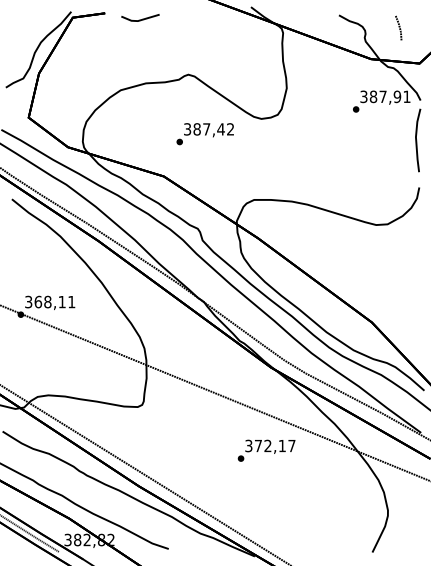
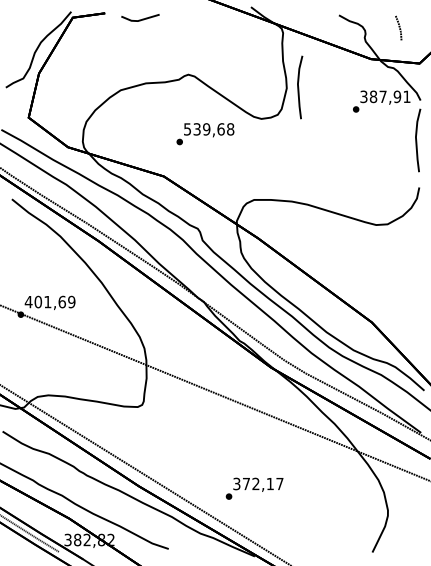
line at (299, 87): none -> present
text at (209, 129): 387,42 -> 539,68
text at (49, 301): 368,11 -> 401,69
text at (266, 450) position: (266, 450) -> (254, 488)
